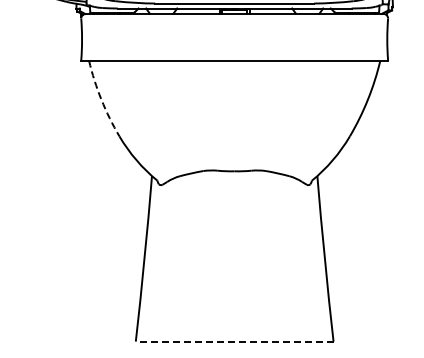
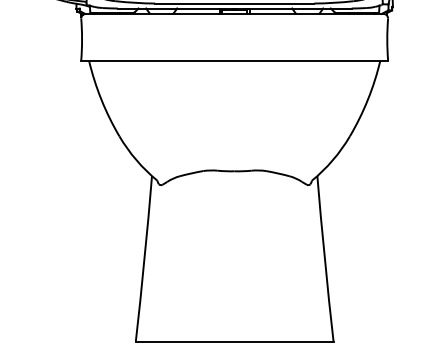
arc at (101, 99): dashed -> solid
line at (234, 341): dashed -> solid
